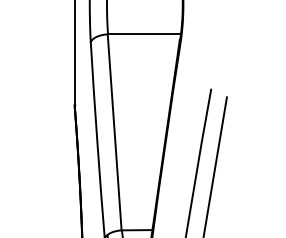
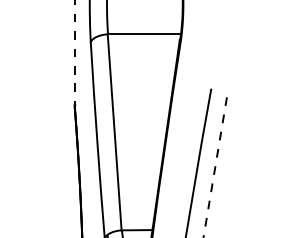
line at (74, 52): solid -> dashed
line at (215, 168): solid -> dashed
